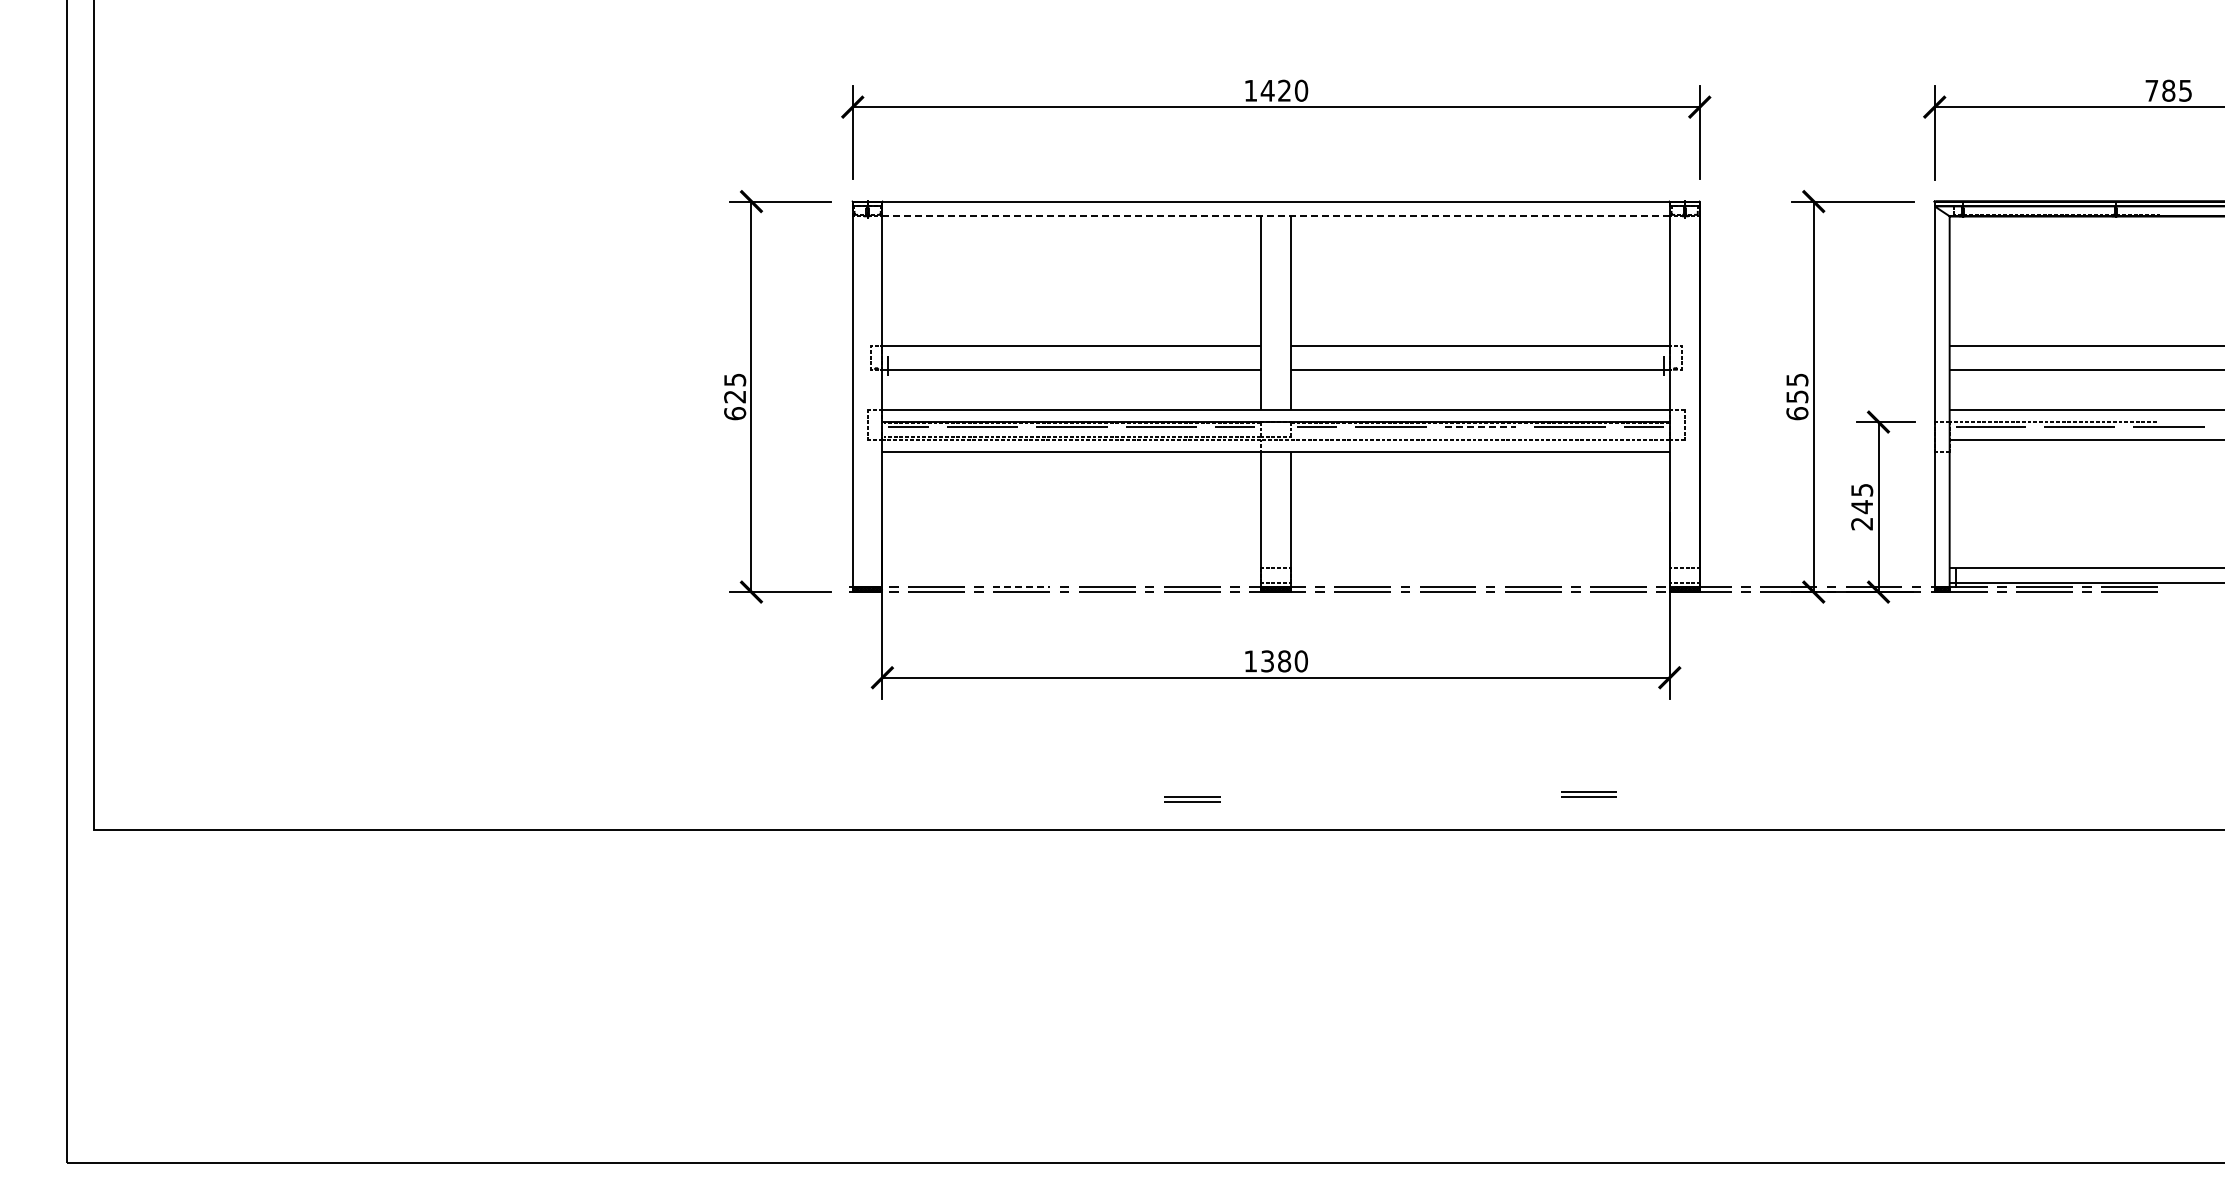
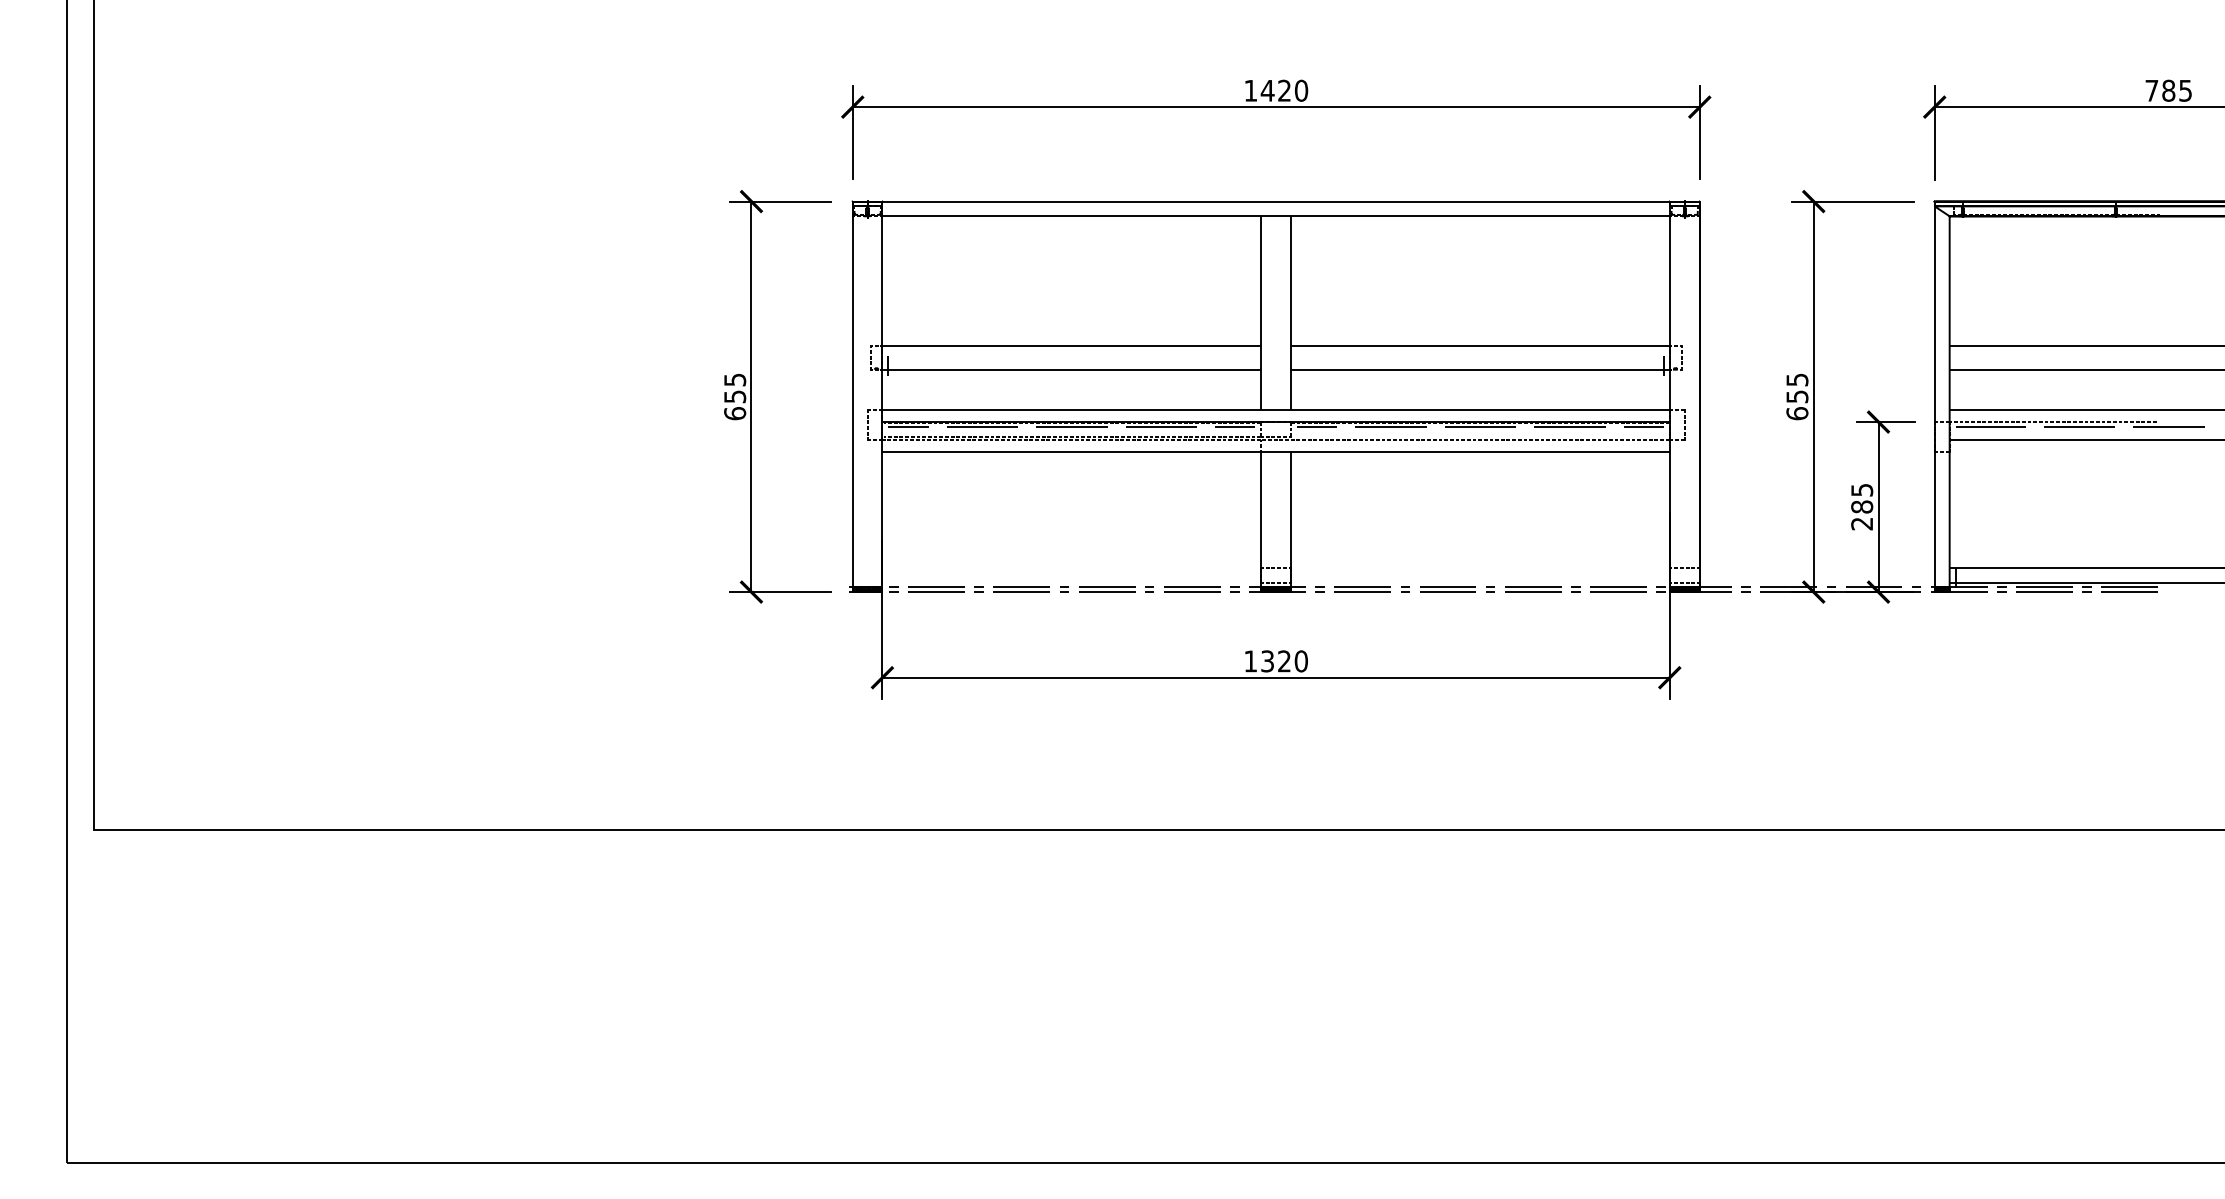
line at (1276, 216): dashed -> solid
text at (735, 396): 625 -> 655
line at (1480, 427): dashed -> solid
text at (1862, 507): 245 -> 285
line at (1022, 587): dashed -> solid
text at (1284, 661): 1380 -> 1320
part at (1588, 794): present -> none
part at (1192, 799): present -> none
